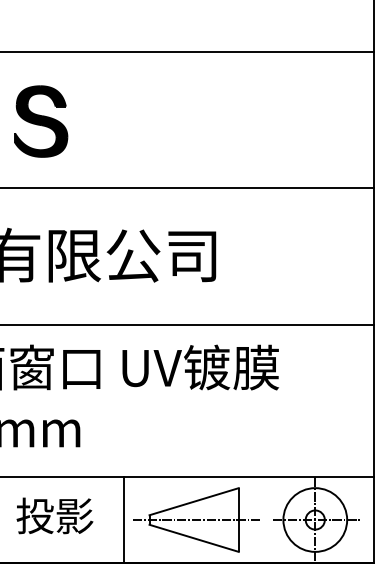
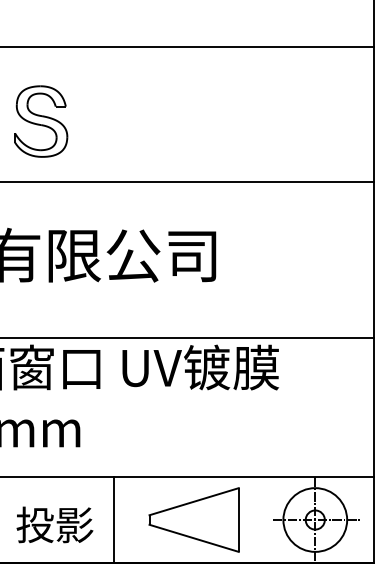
line at (188, 52) position: (188, 52) -> (188, 47)
fill at (41, 121): present -> none
line at (188, 188) position: (188, 188) -> (188, 182)
line at (188, 324) position: (188, 324) -> (188, 337)
text at (54, 515) position: (54, 515) -> (54, 524)
line at (123, 519) position: (123, 519) -> (113, 519)
line at (195, 520): present -> none
